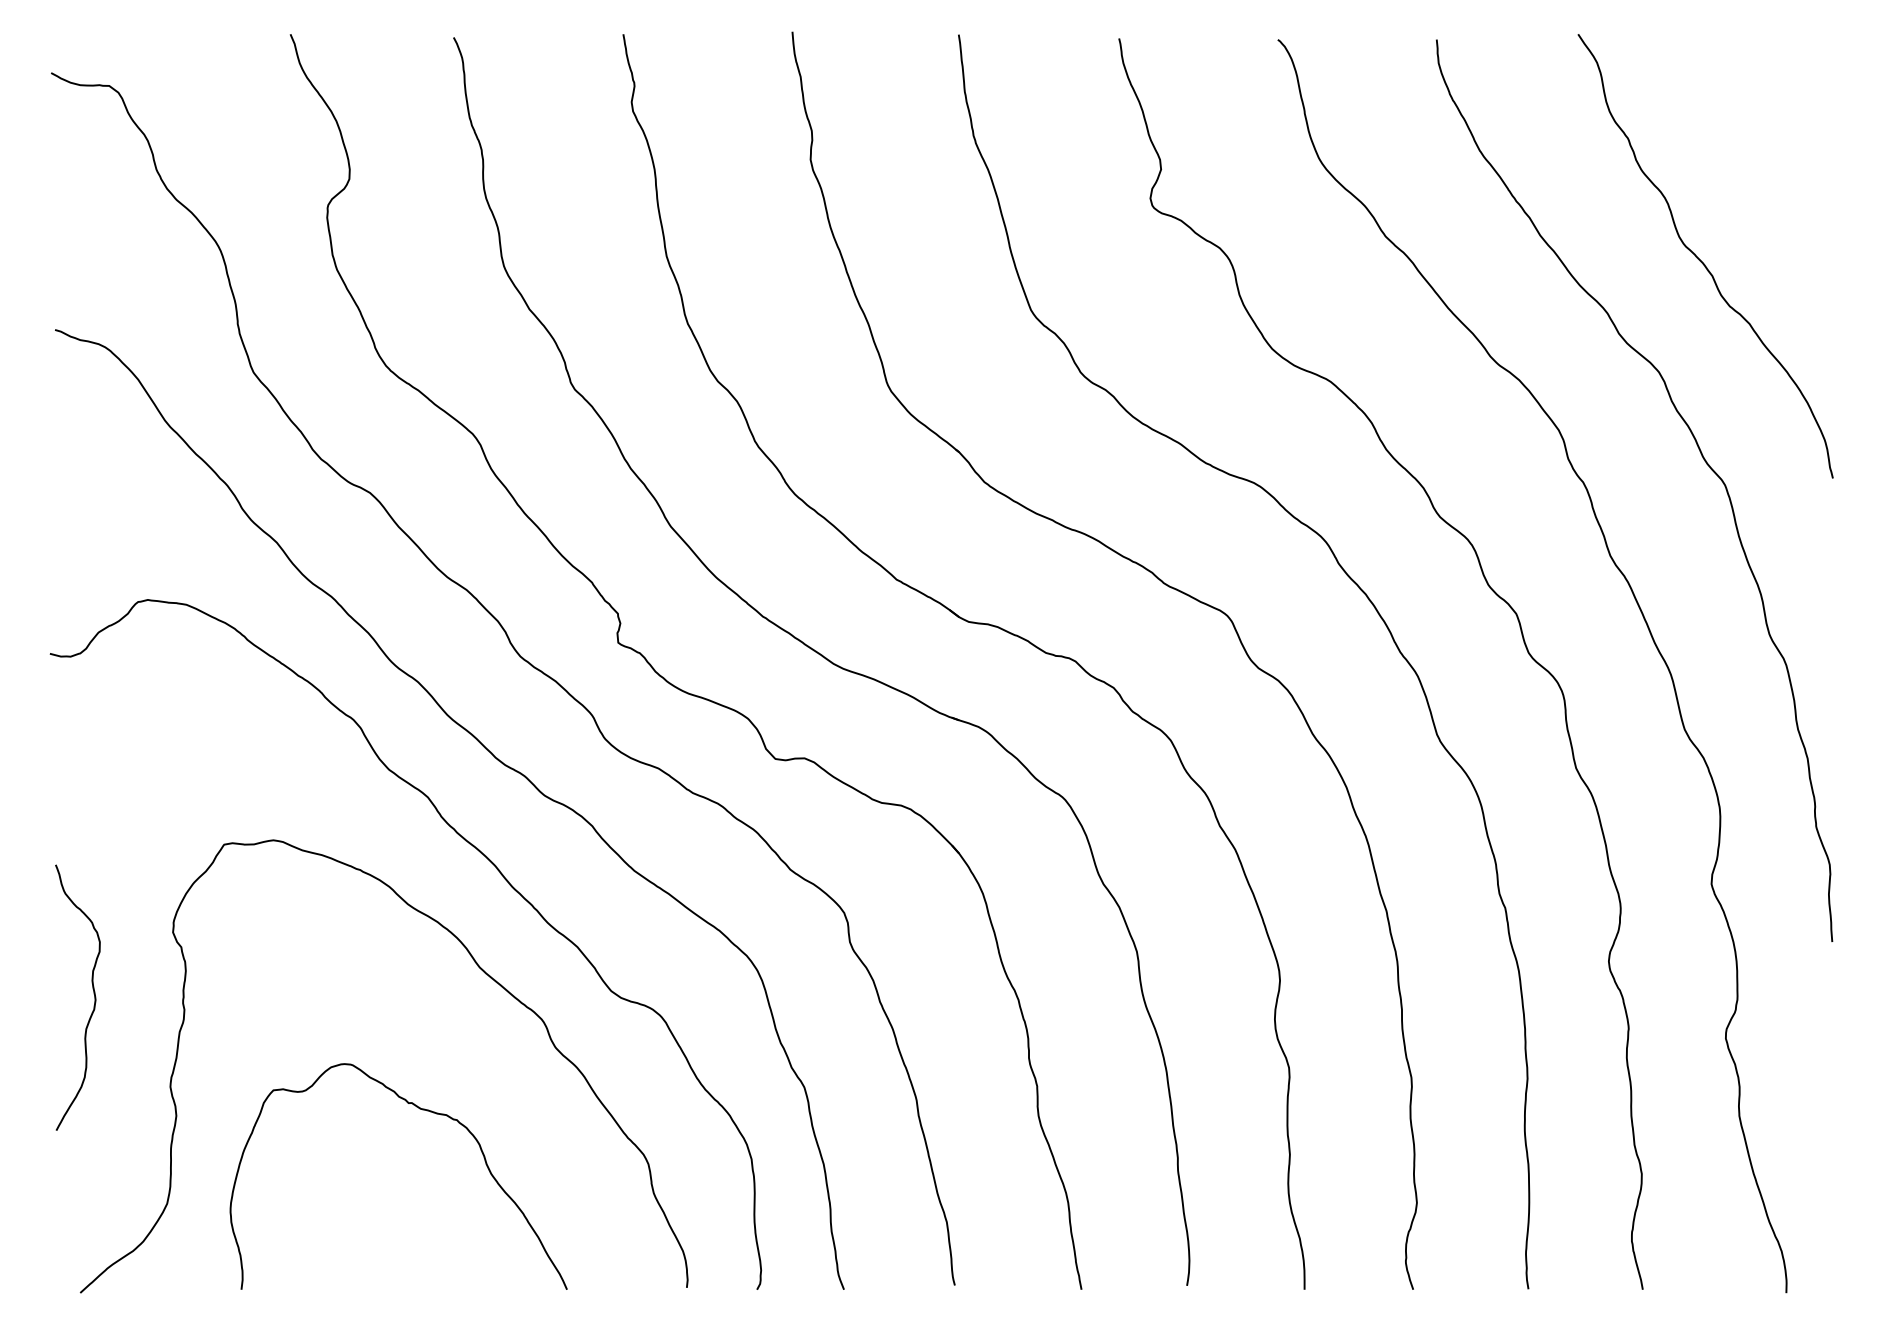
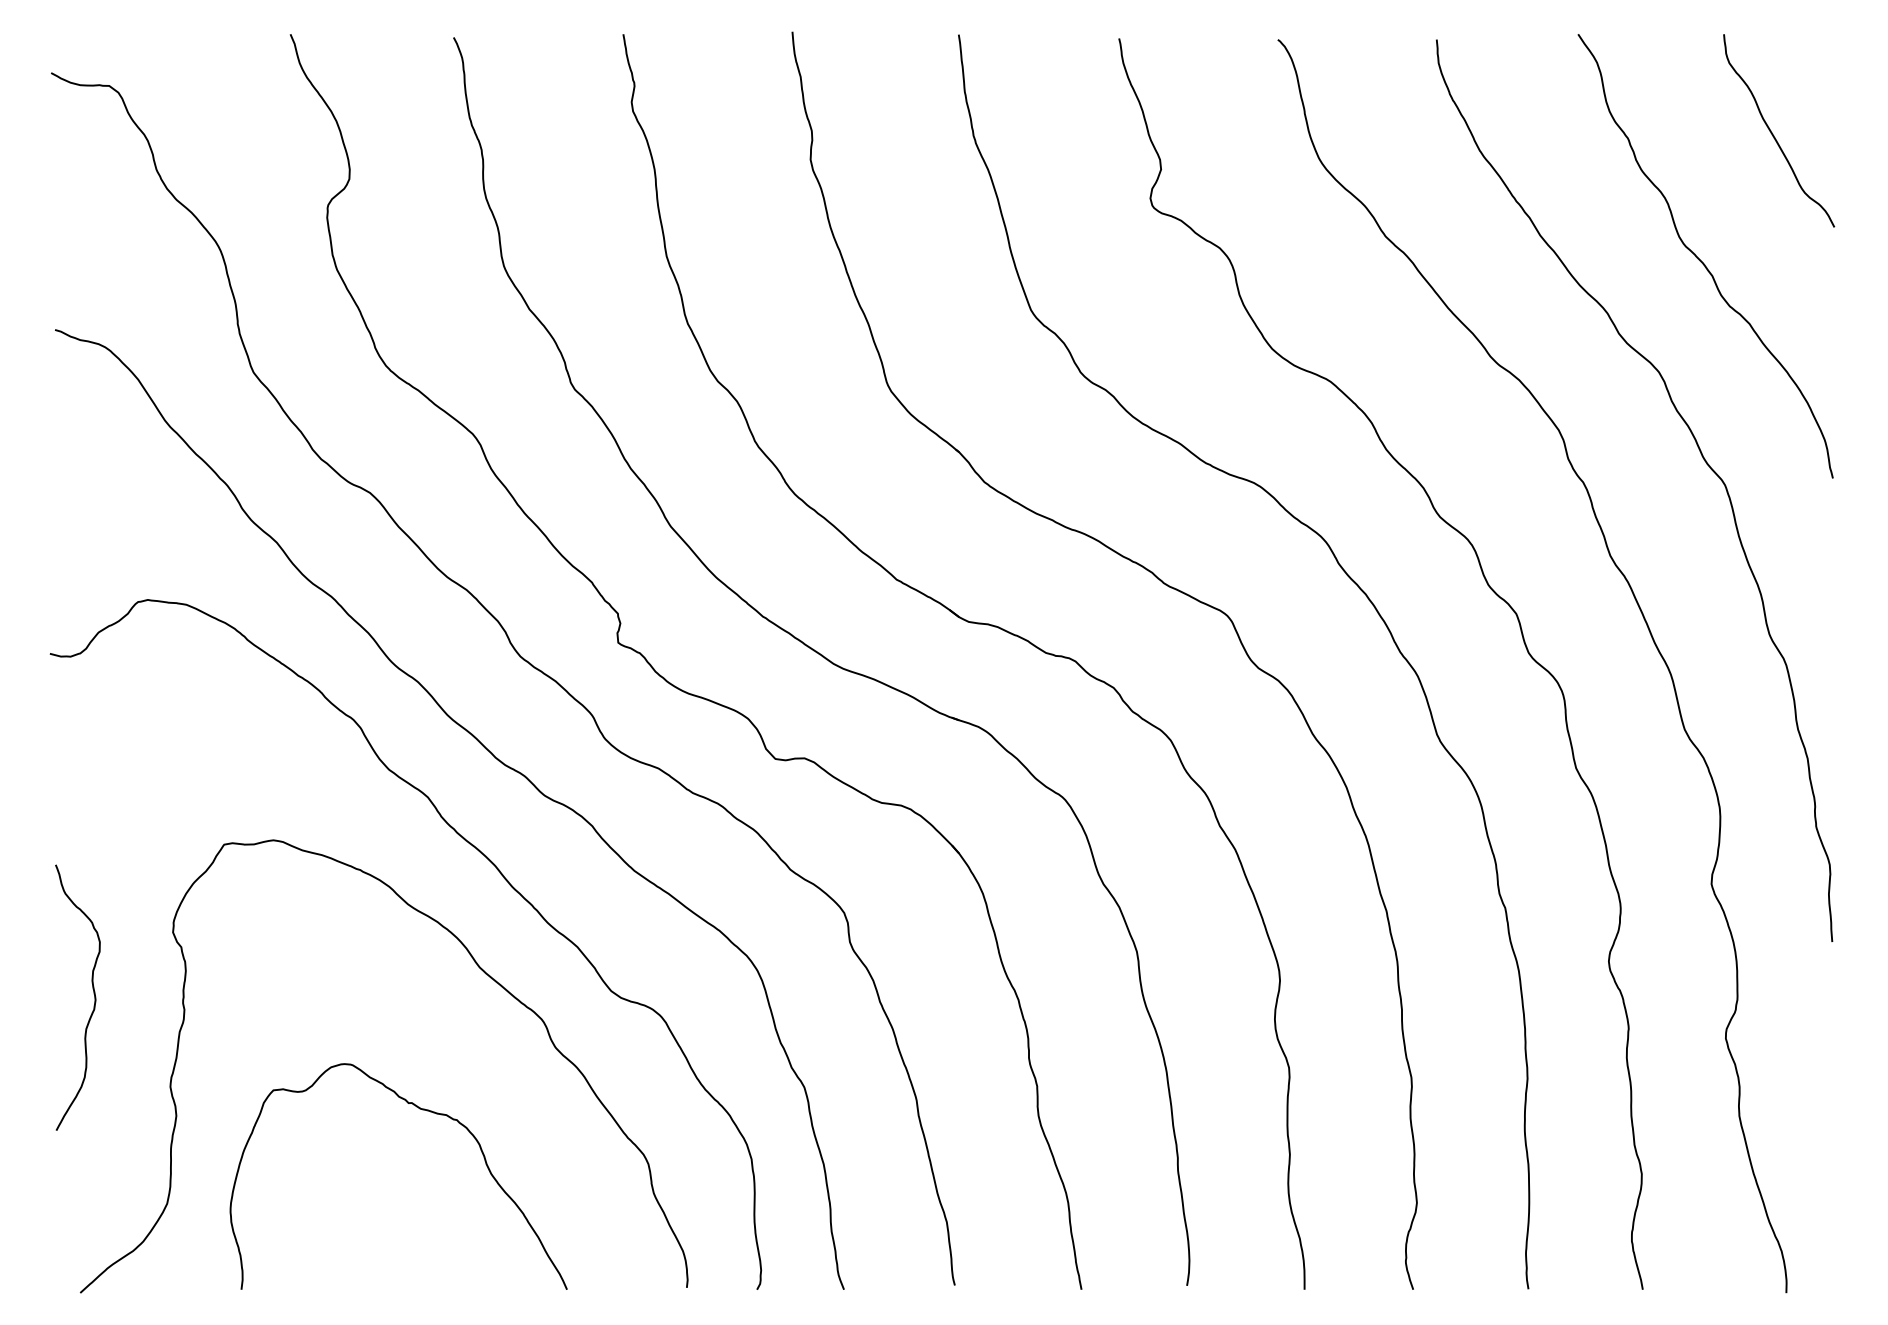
curve at (1774, 135): none -> present
